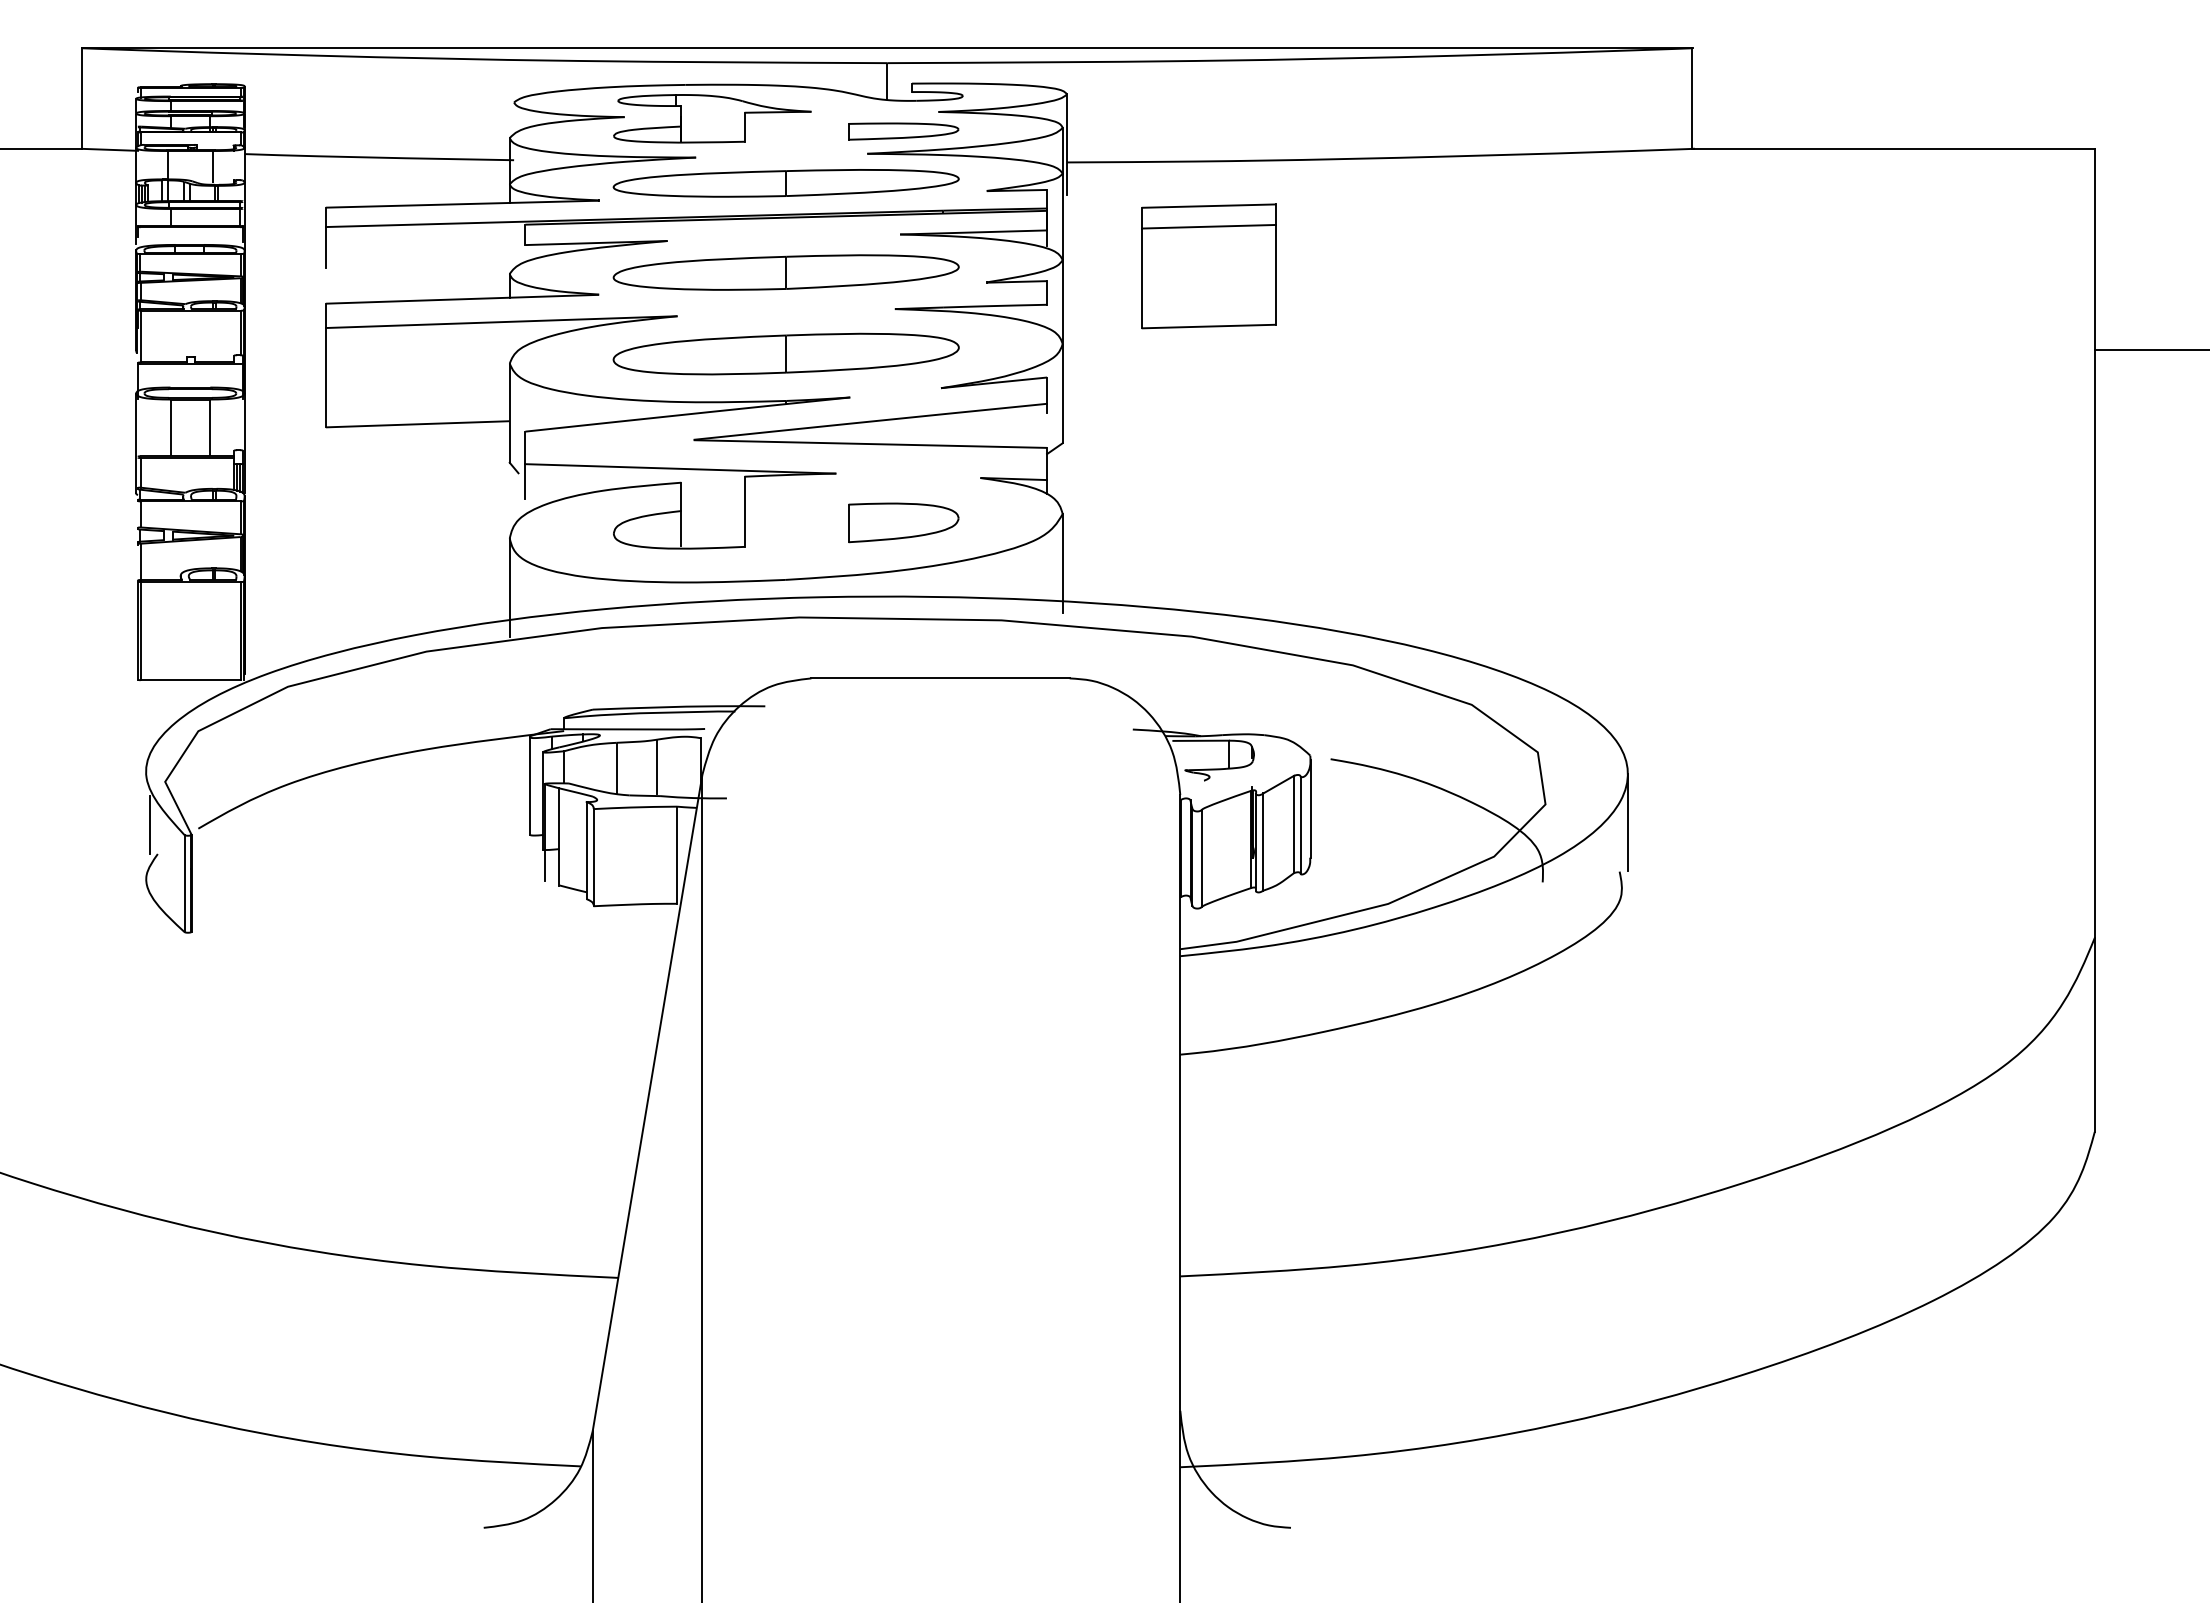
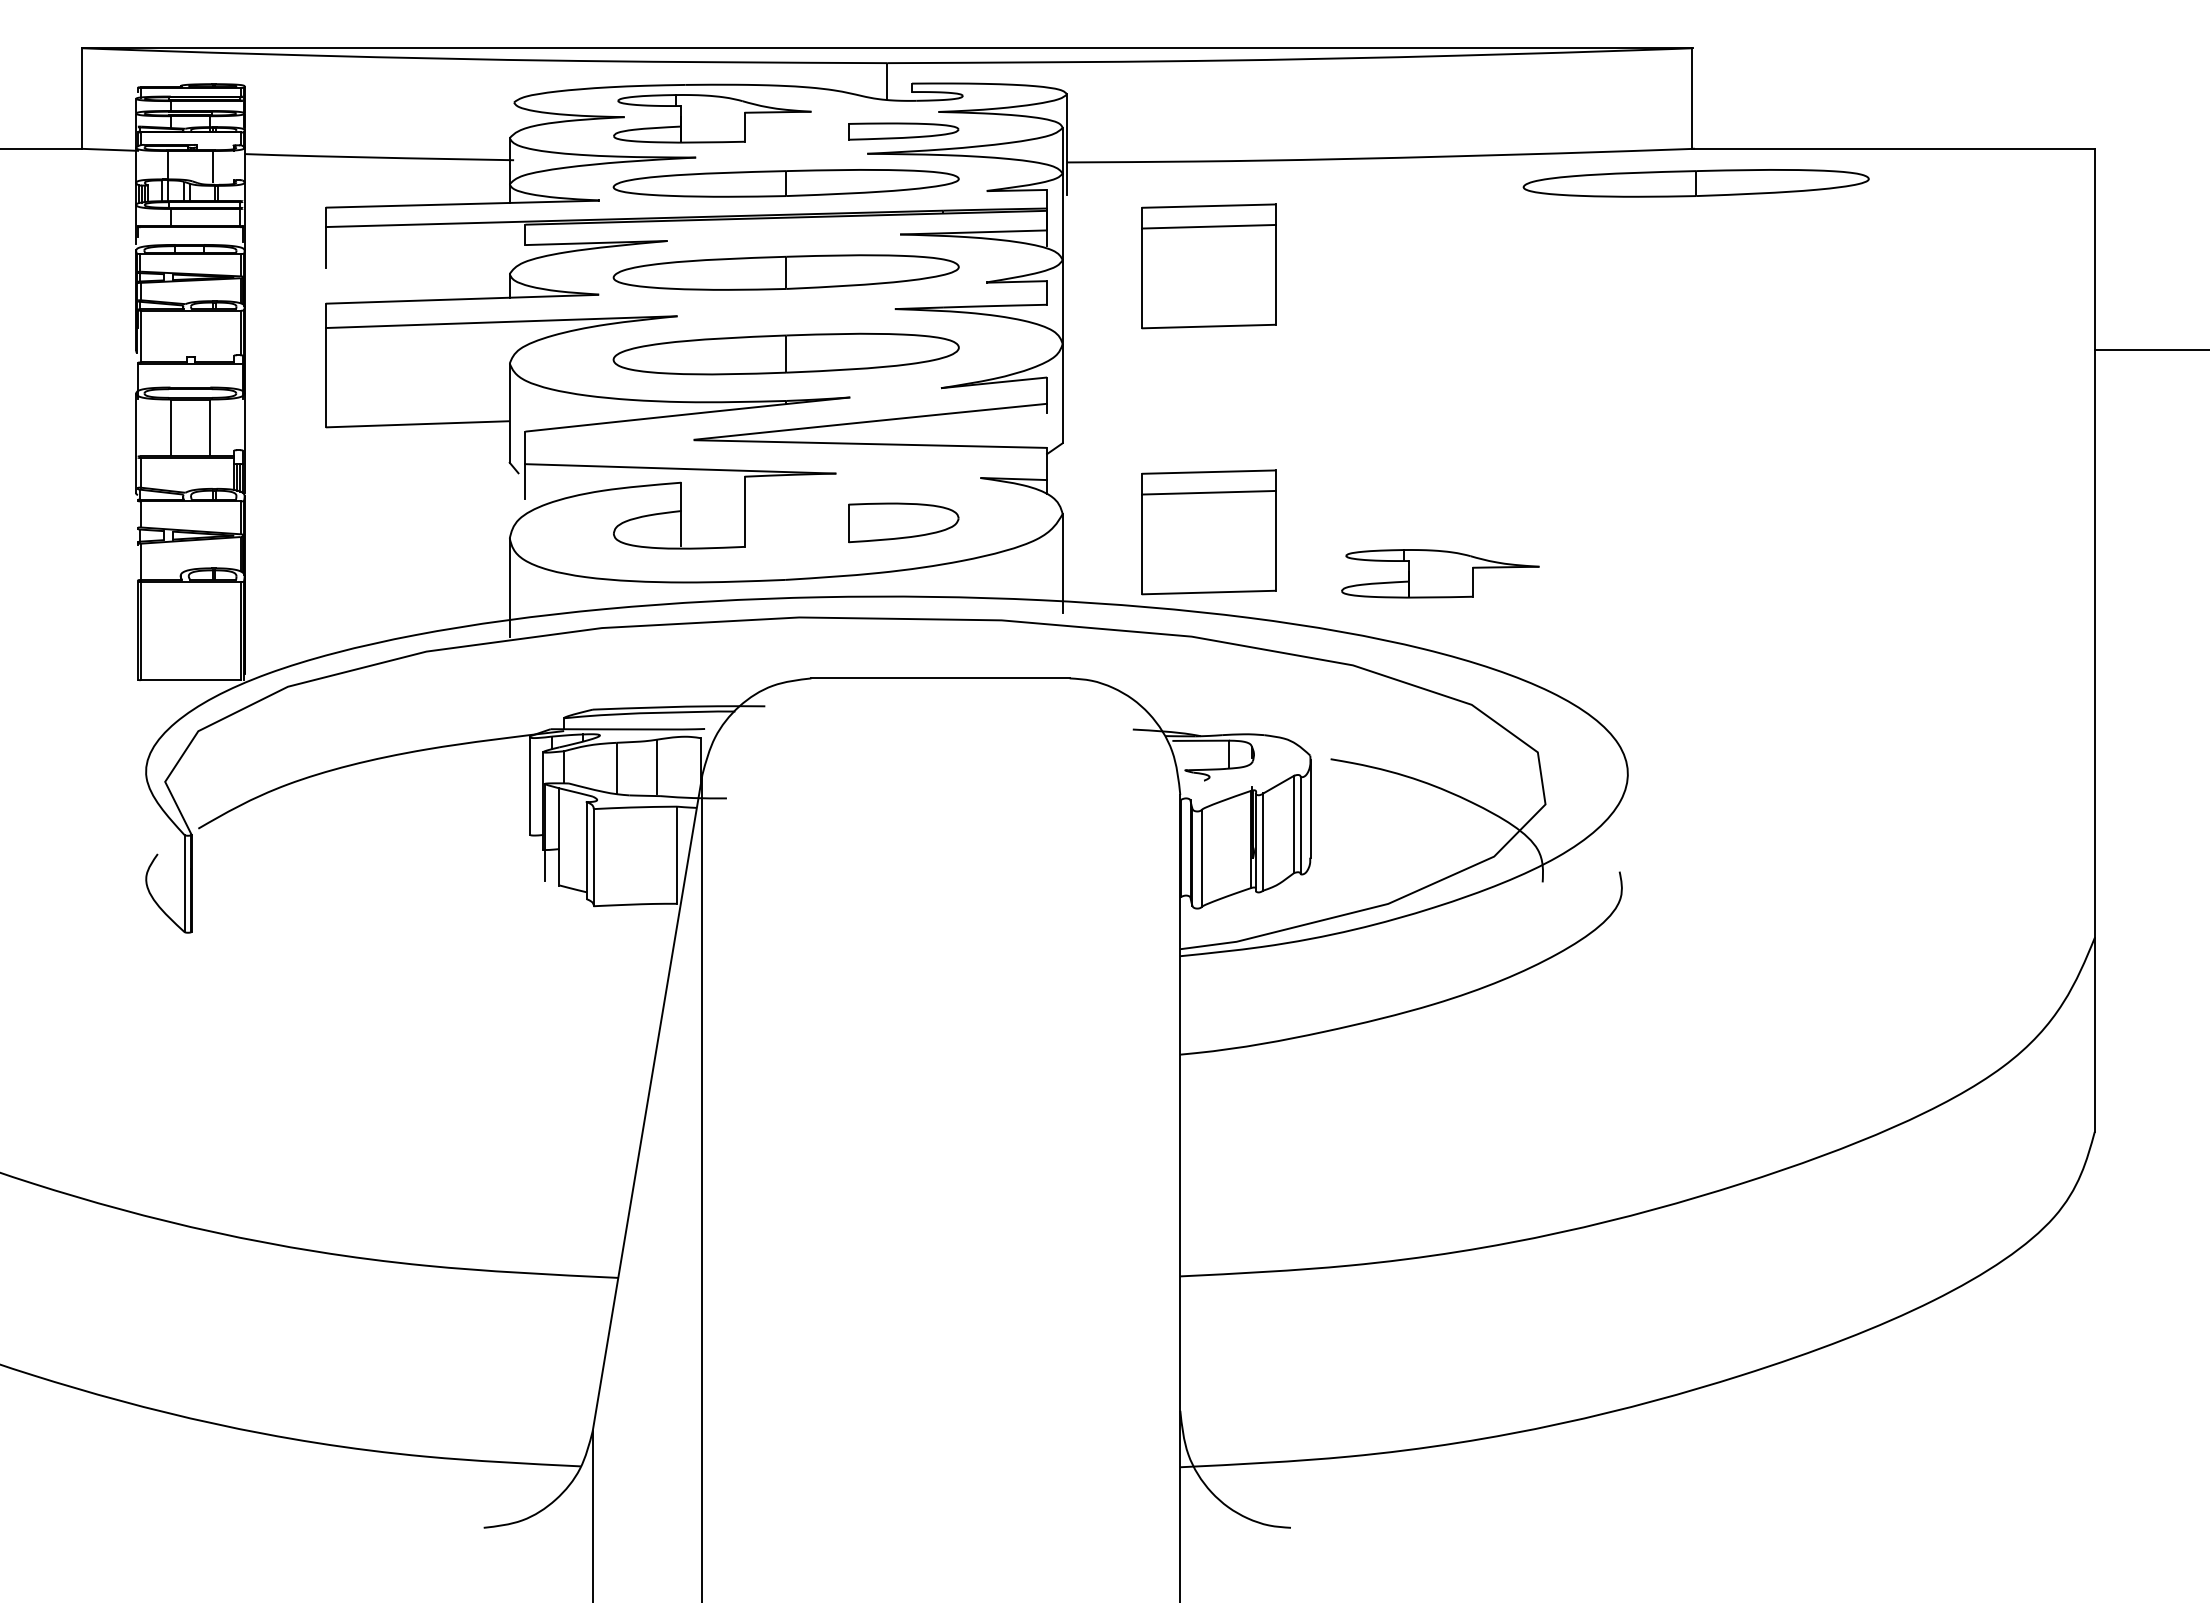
part at (1695, 183): none -> present
part at (1208, 532): none -> present
part at (1440, 573): none -> present
line at (1627, 822): present -> none
line at (149, 824): present -> none
